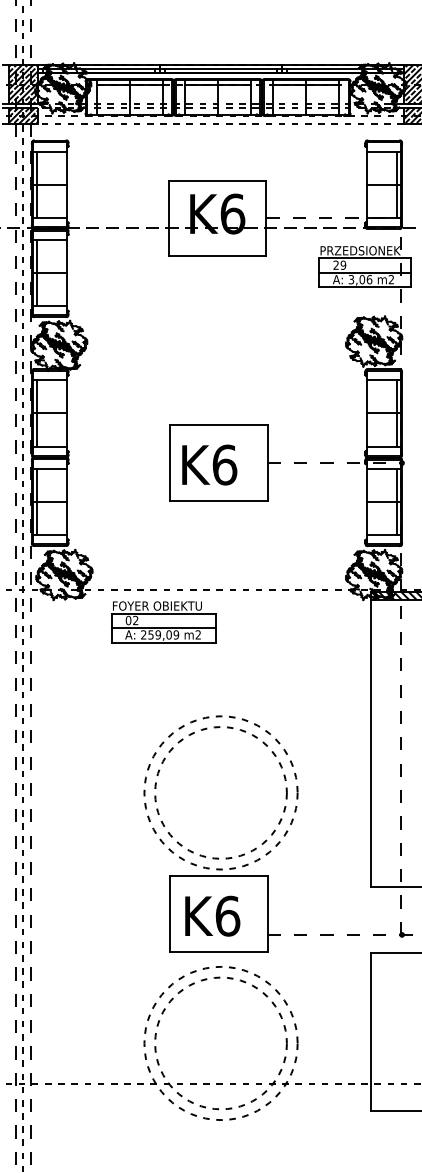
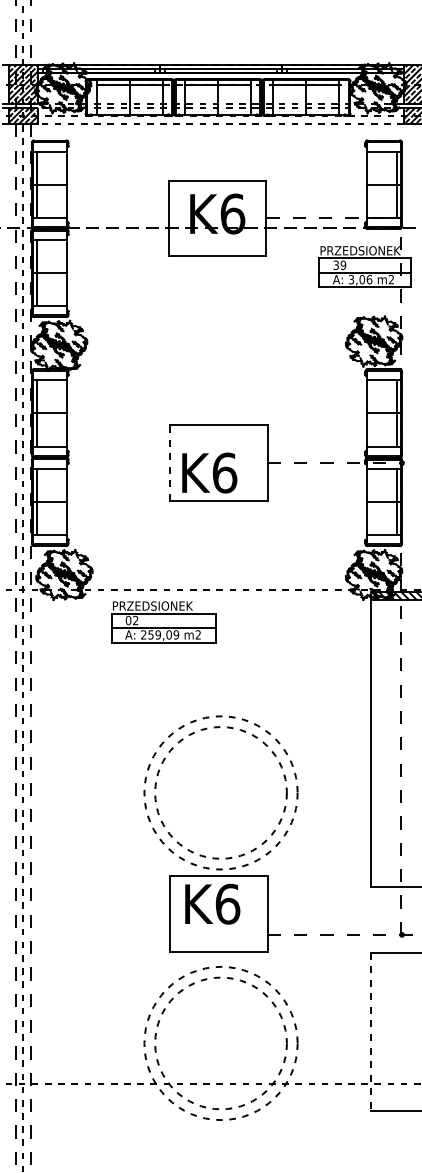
text at (335, 265): 29 -> 39
line at (170, 463): solid -> dashed
text at (209, 464) position: (209, 464) -> (209, 472)
text at (157, 605): FOYER OBIEKTU -> PRZEDSIONEK
text at (212, 915) position: (212, 915) -> (212, 903)
line at (370, 1032): solid -> dashed
